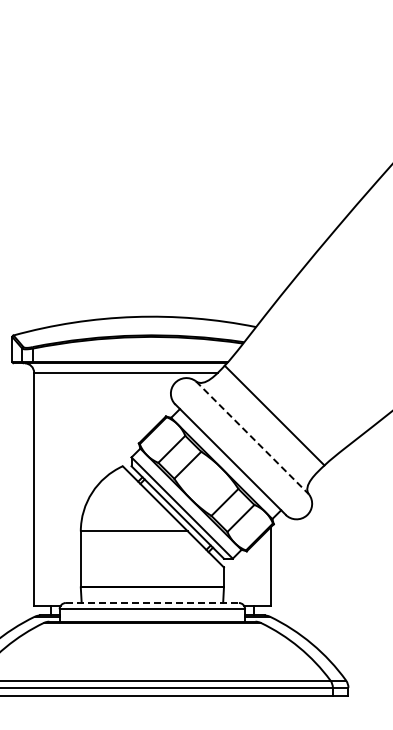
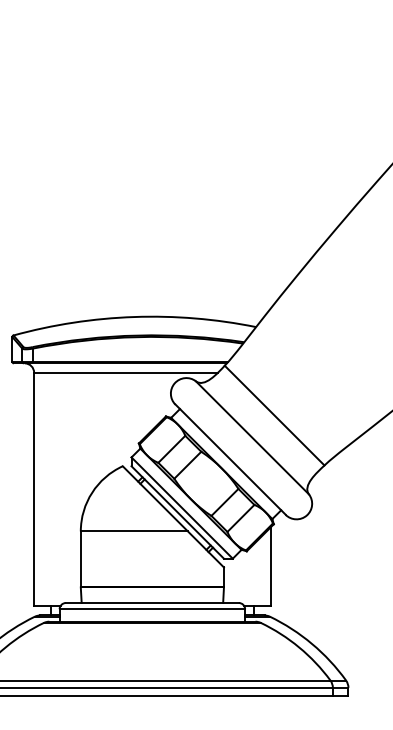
line at (252, 438): dashed -> solid
line at (152, 603): dashed -> solid
